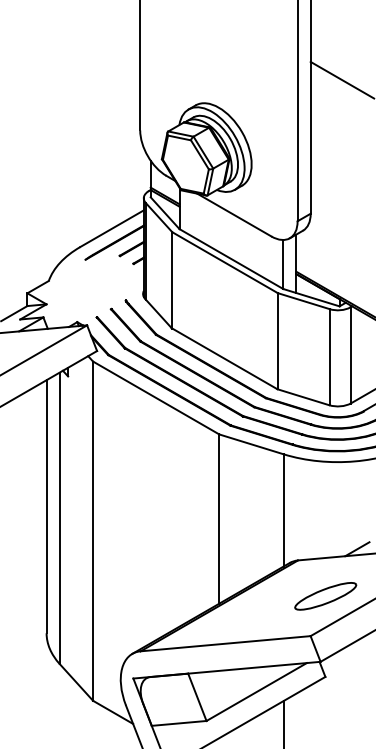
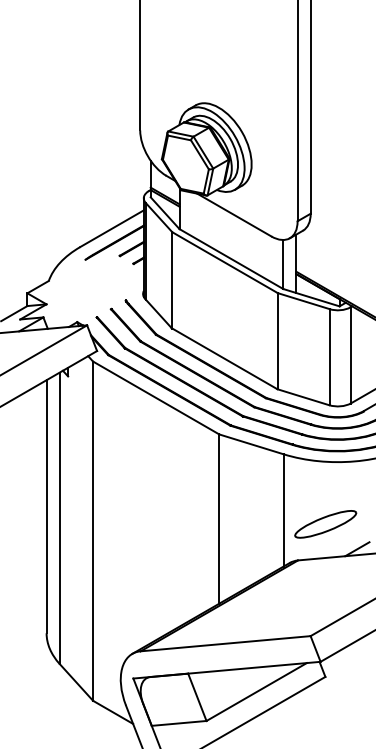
line at (341, 79): present -> none
part at (325, 596) position: (325, 596) -> (325, 524)
line at (283, 722): present -> none
